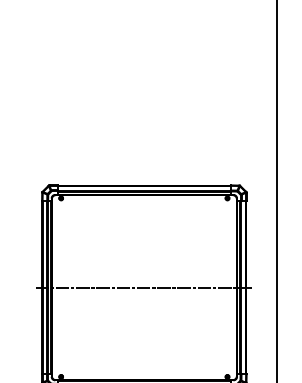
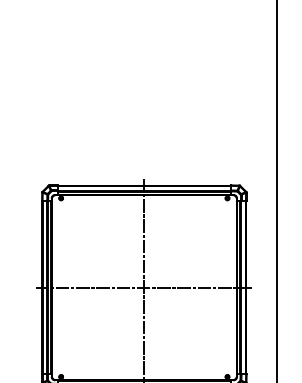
line at (144, 278): none -> present
